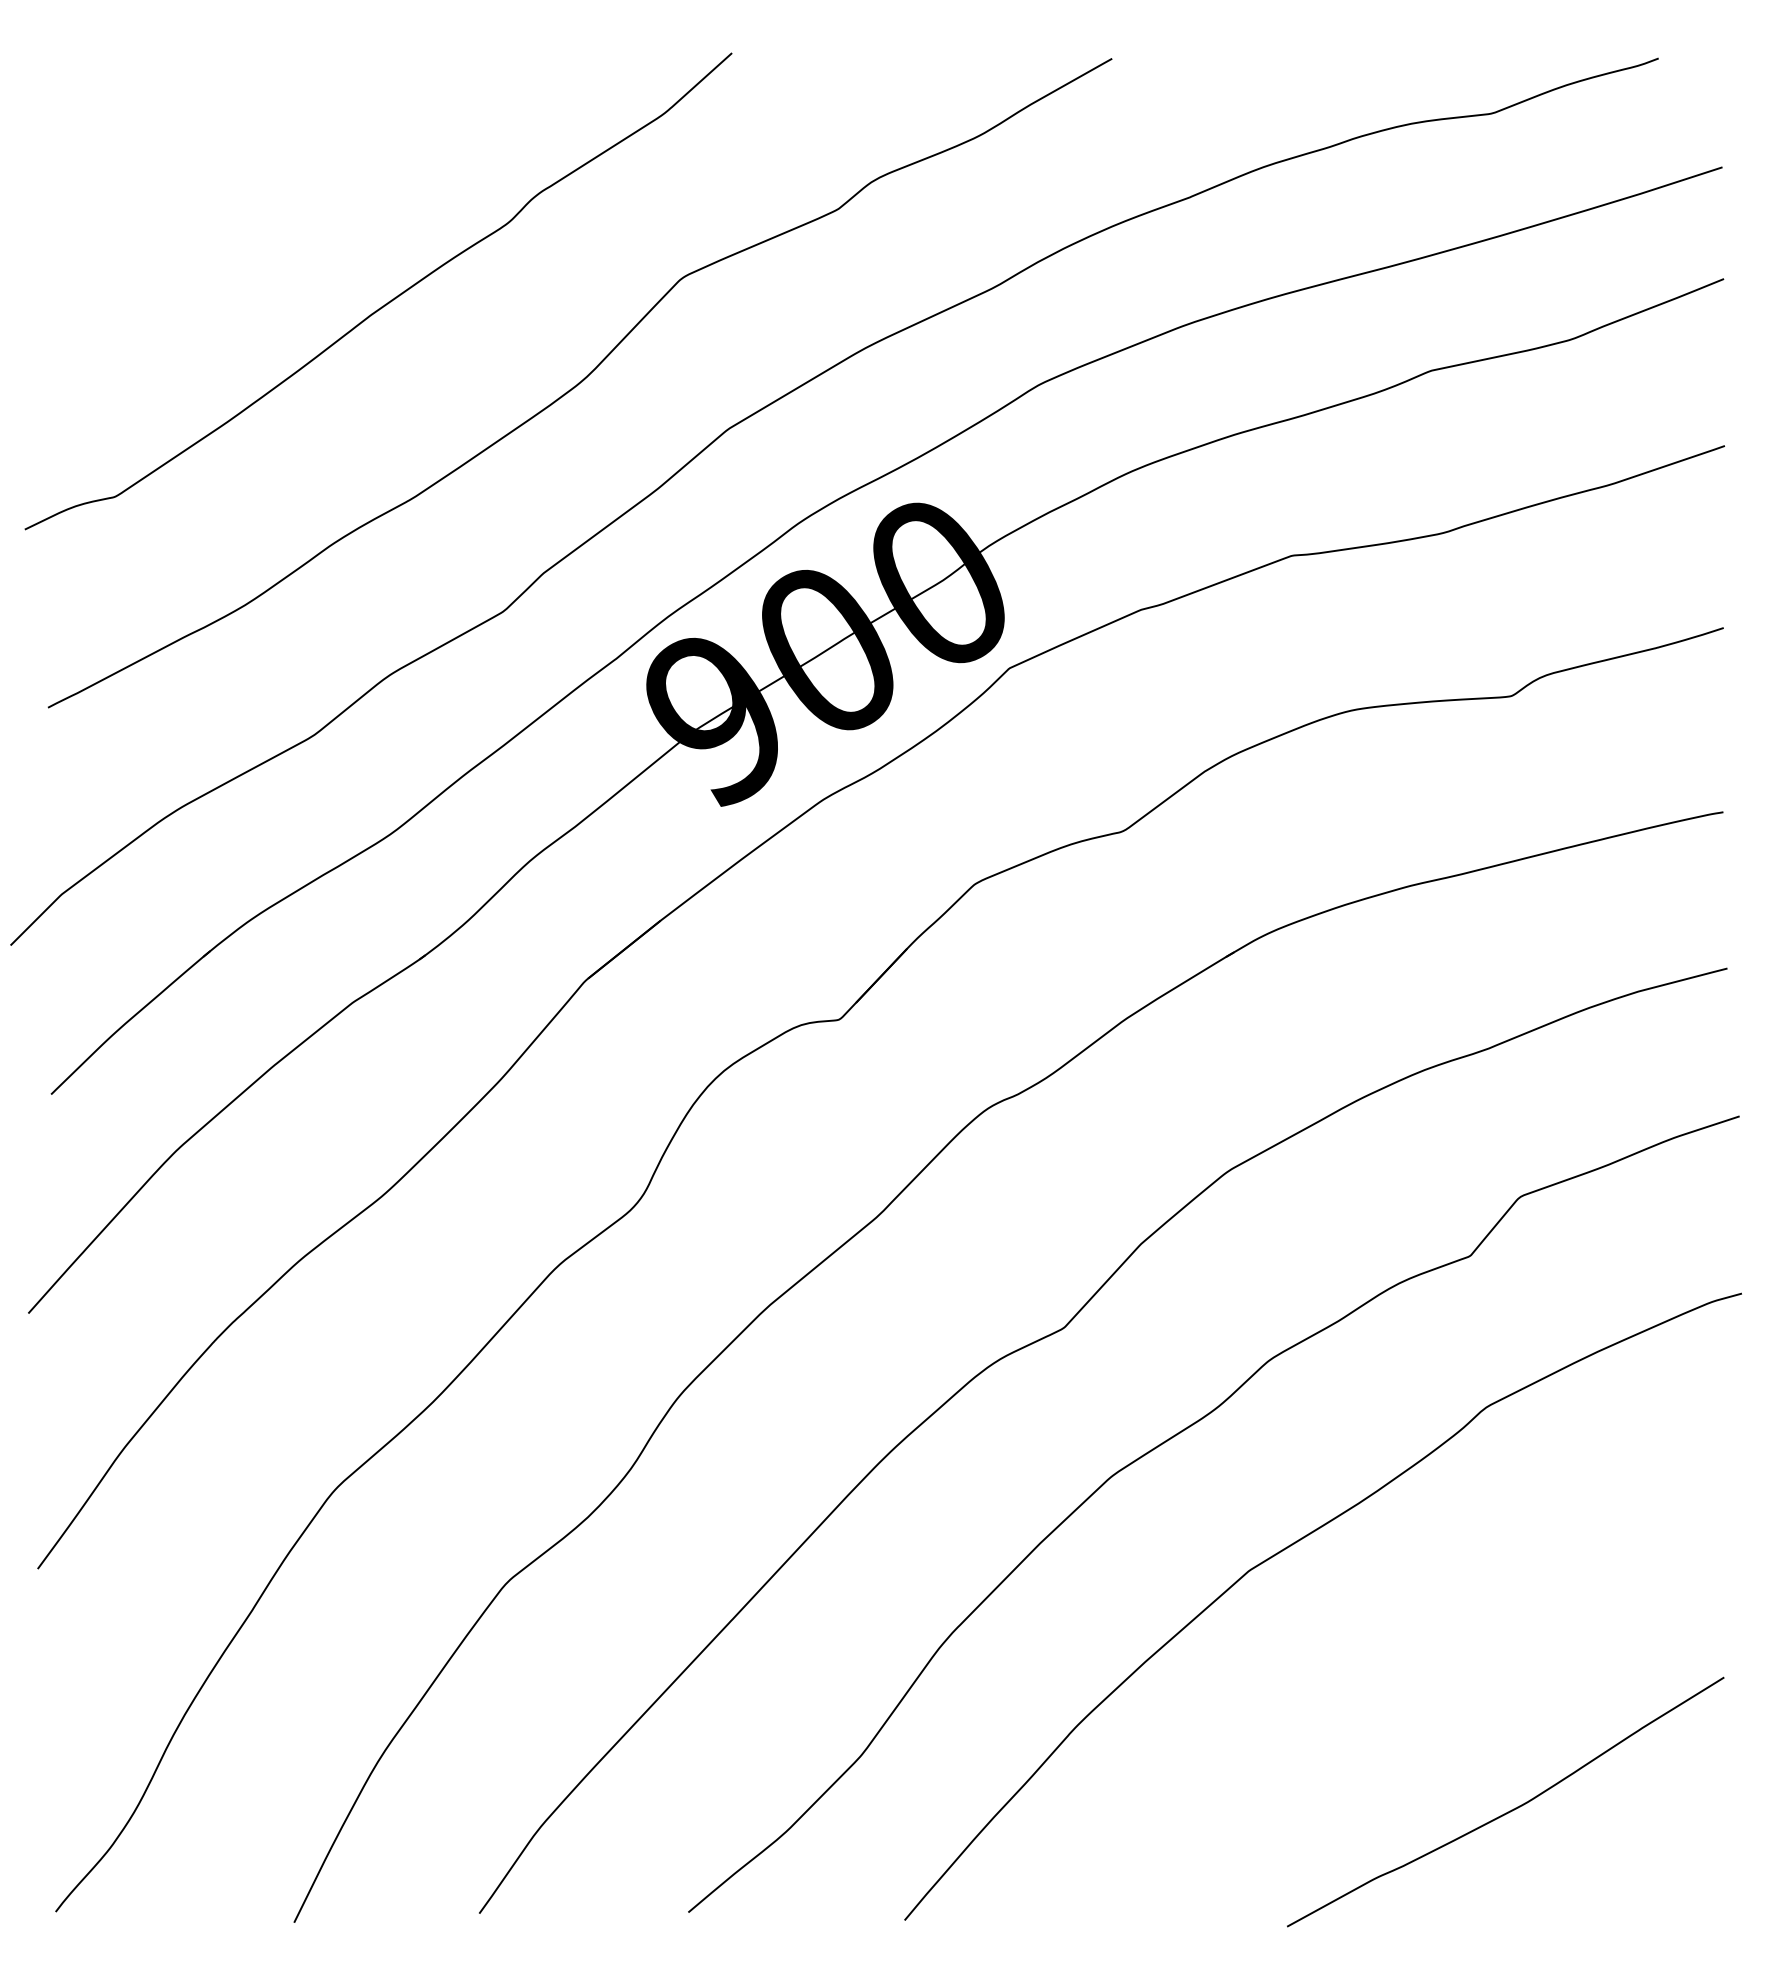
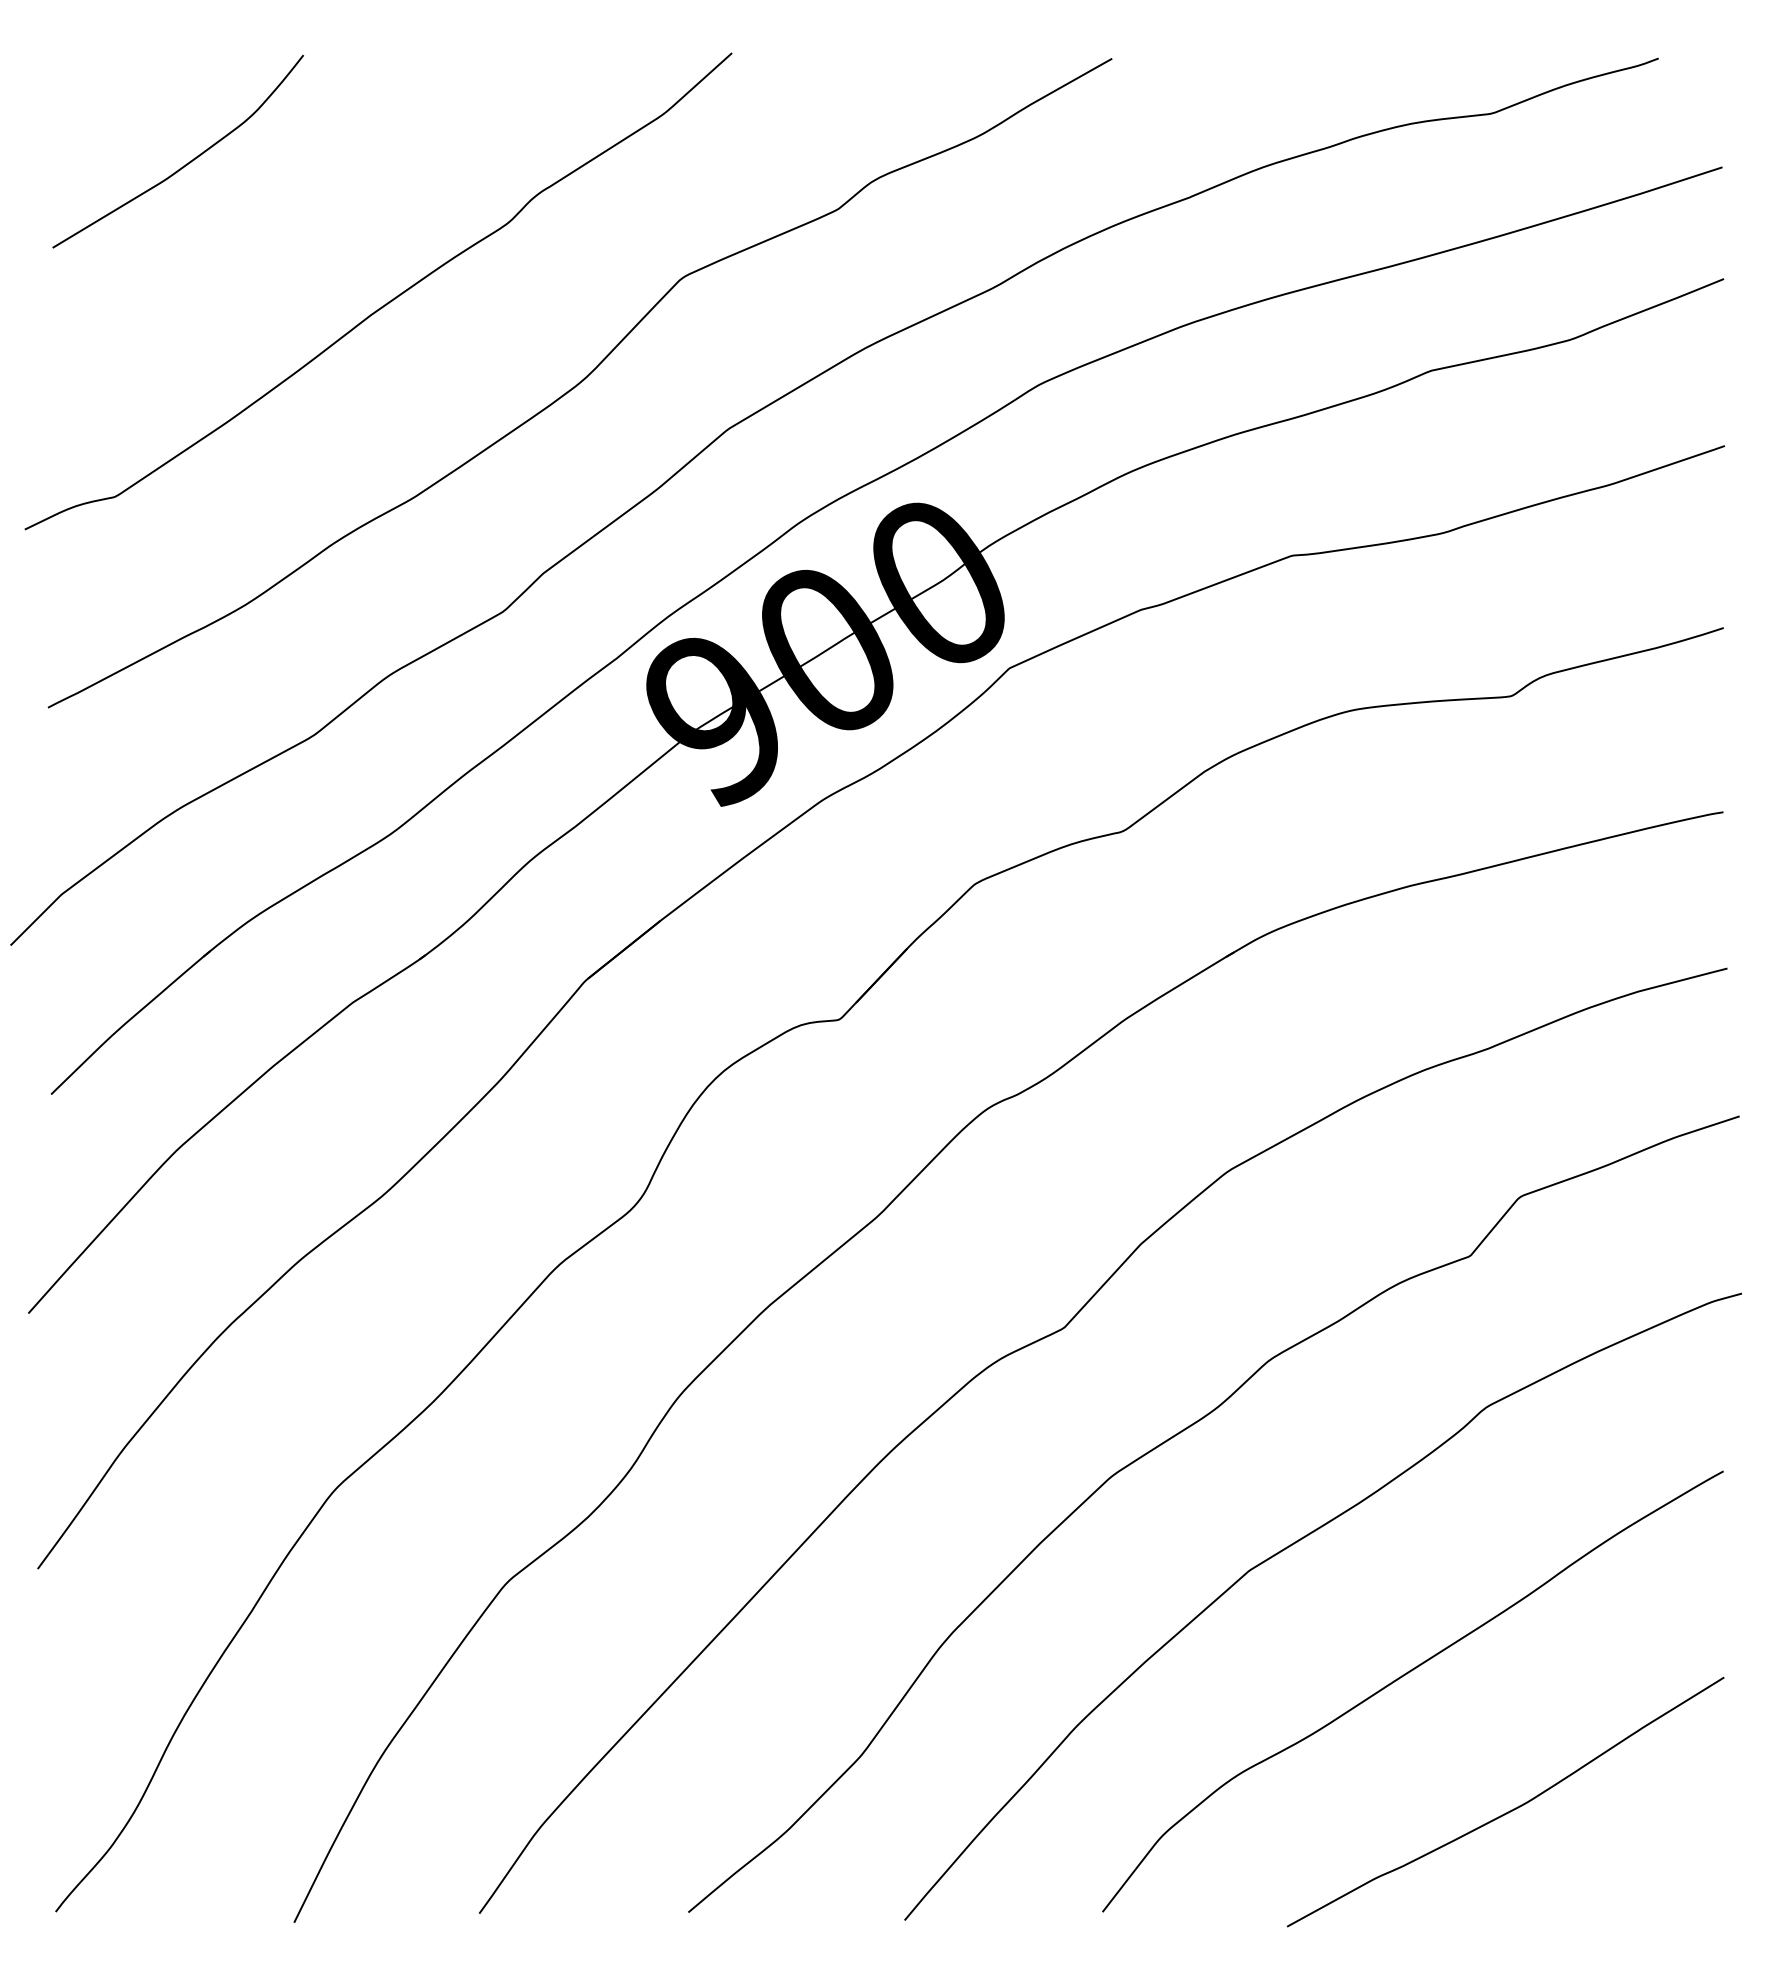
curve at (186, 163): none -> present
curve at (1402, 1677): none -> present
